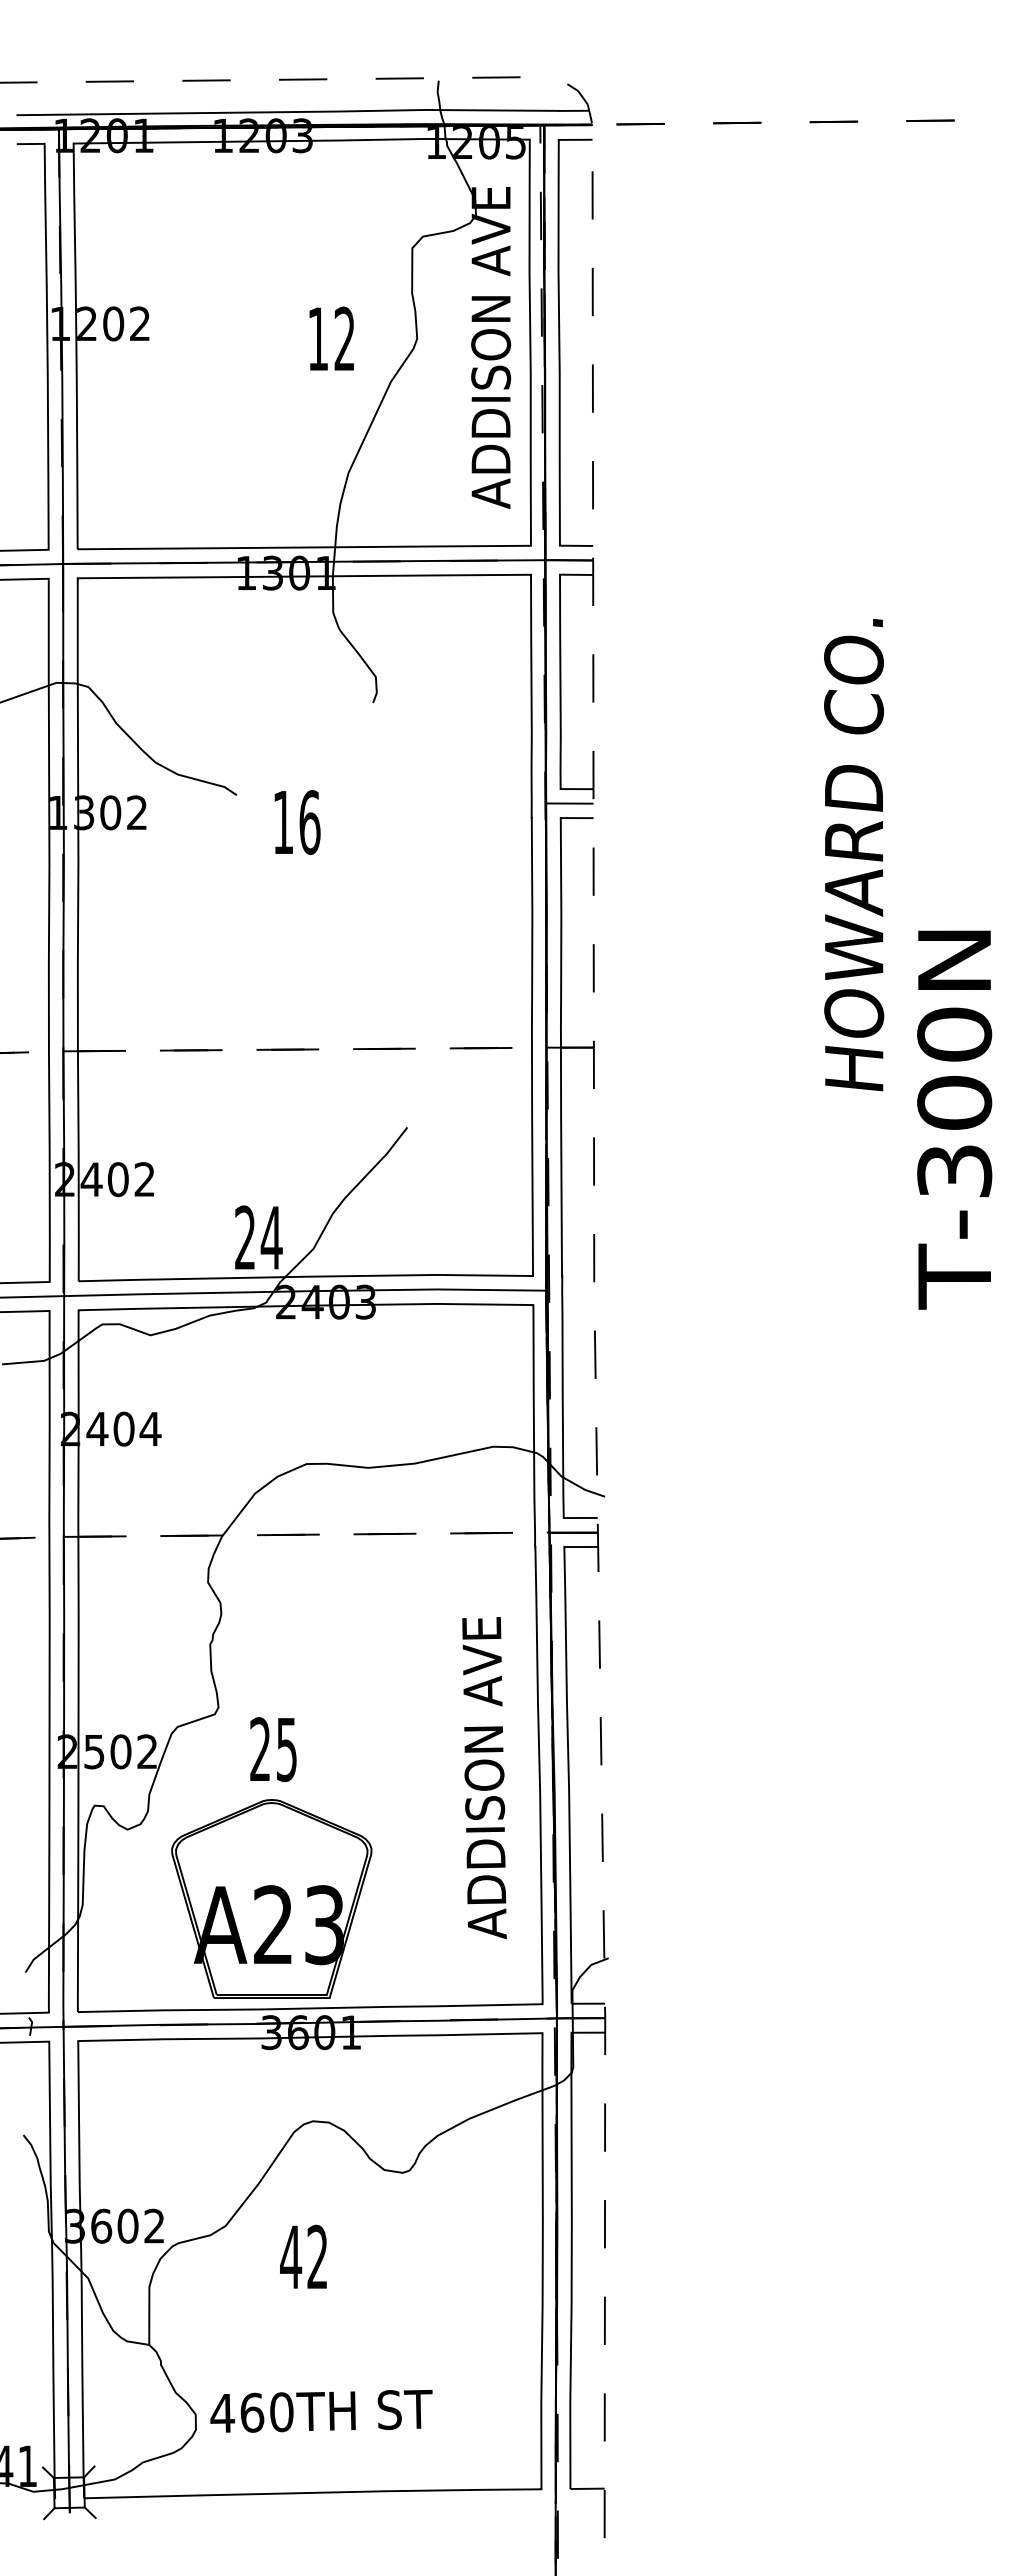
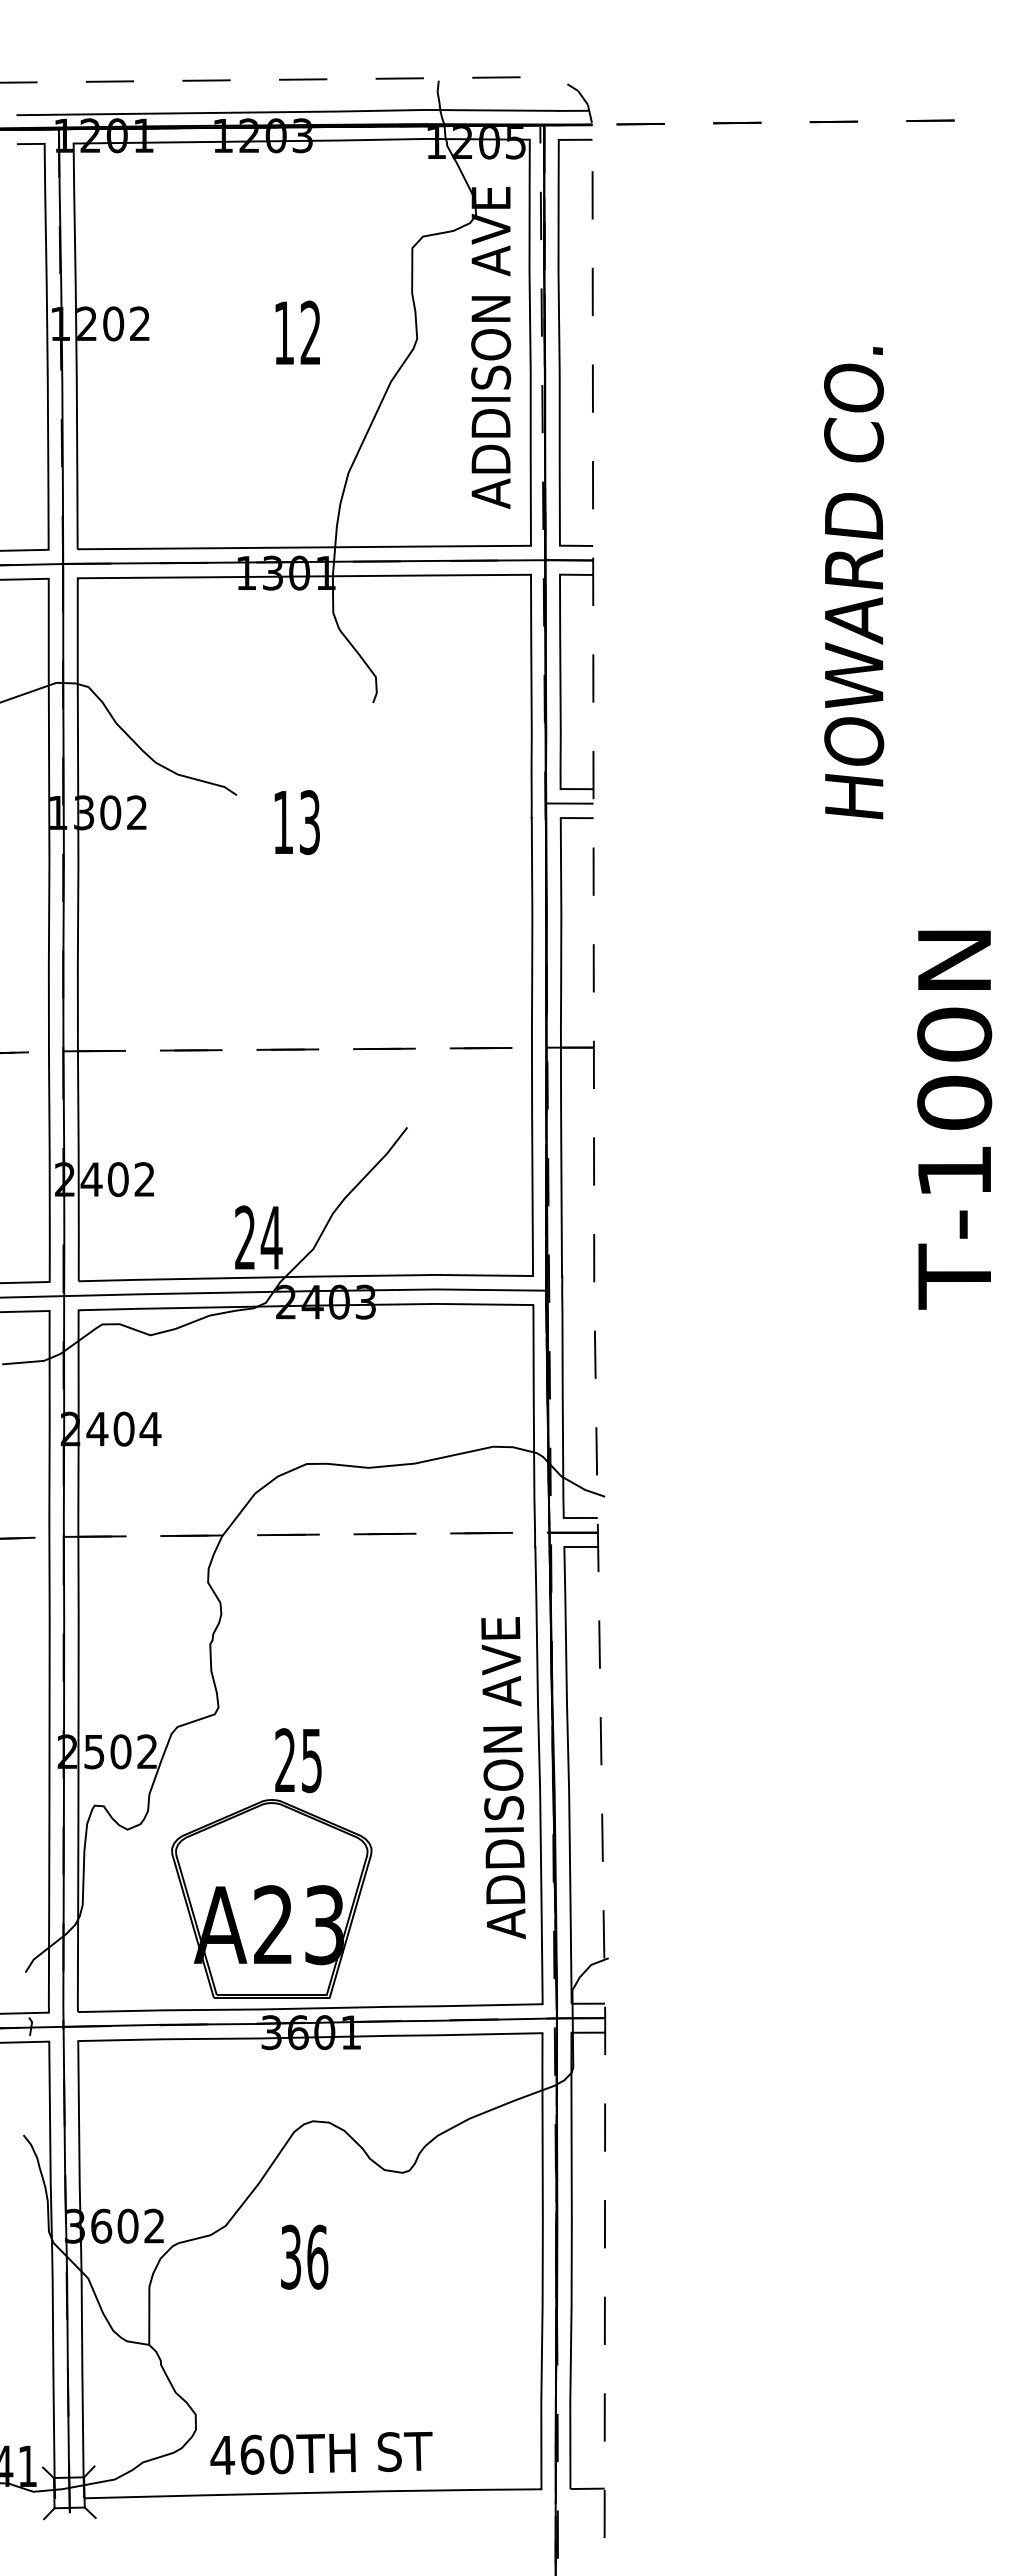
text at (331, 338) position: (331, 338) -> (297, 332)
text at (309, 822): 16 -> 13
text at (854, 855) position: (854, 855) -> (854, 583)
text at (954, 1171): T-300N -> T-100N
text at (273, 1749) position: (273, 1749) -> (298, 1760)
text at (484, 1778) position: (484, 1778) -> (503, 1778)
text at (304, 2256): 42 -> 36
text at (321, 2410) position: (321, 2410) -> (321, 2452)
